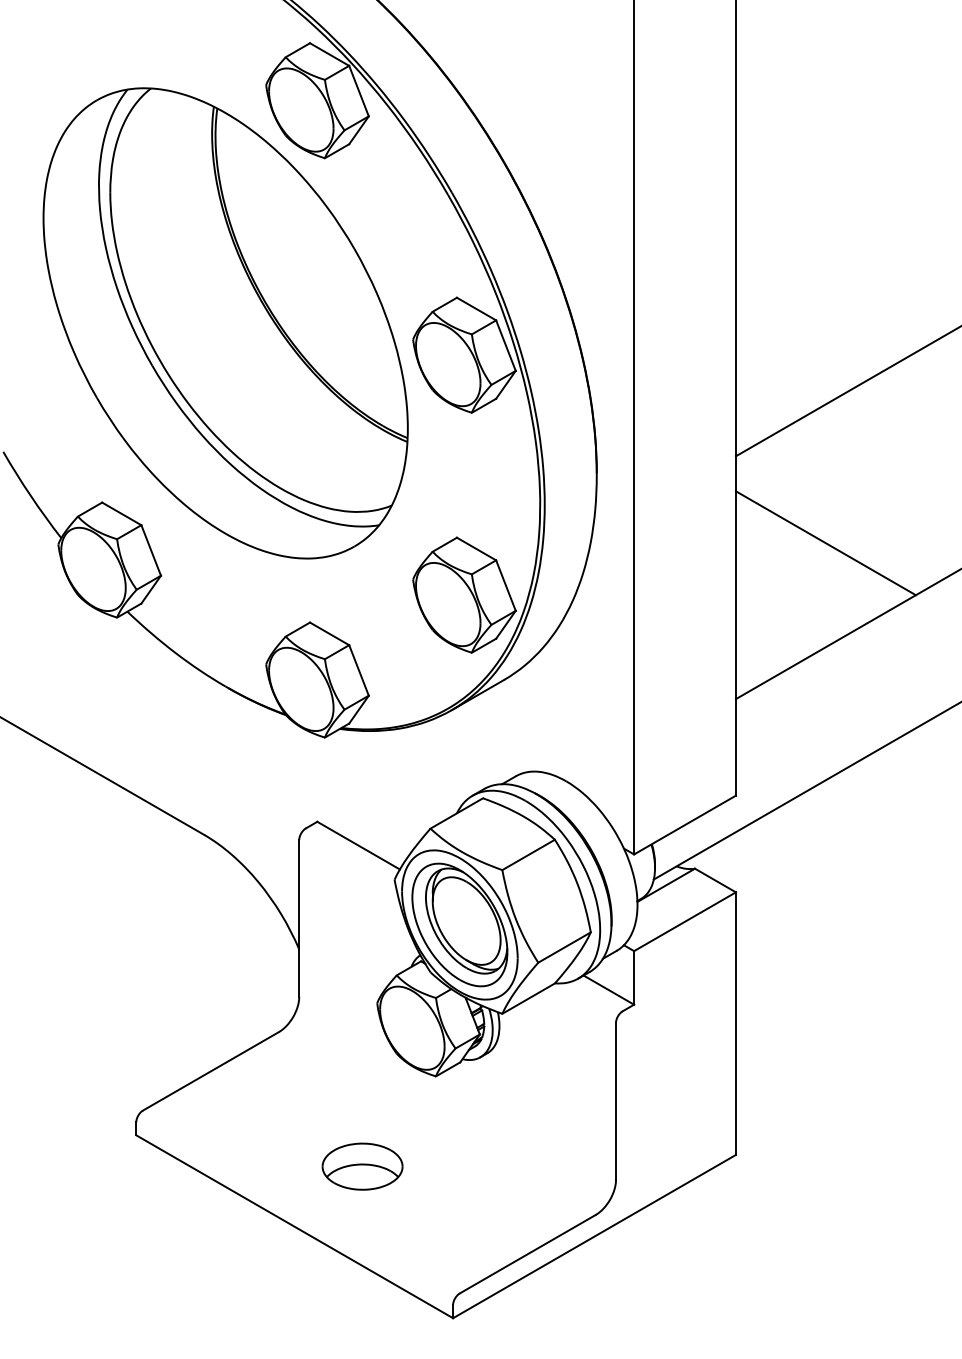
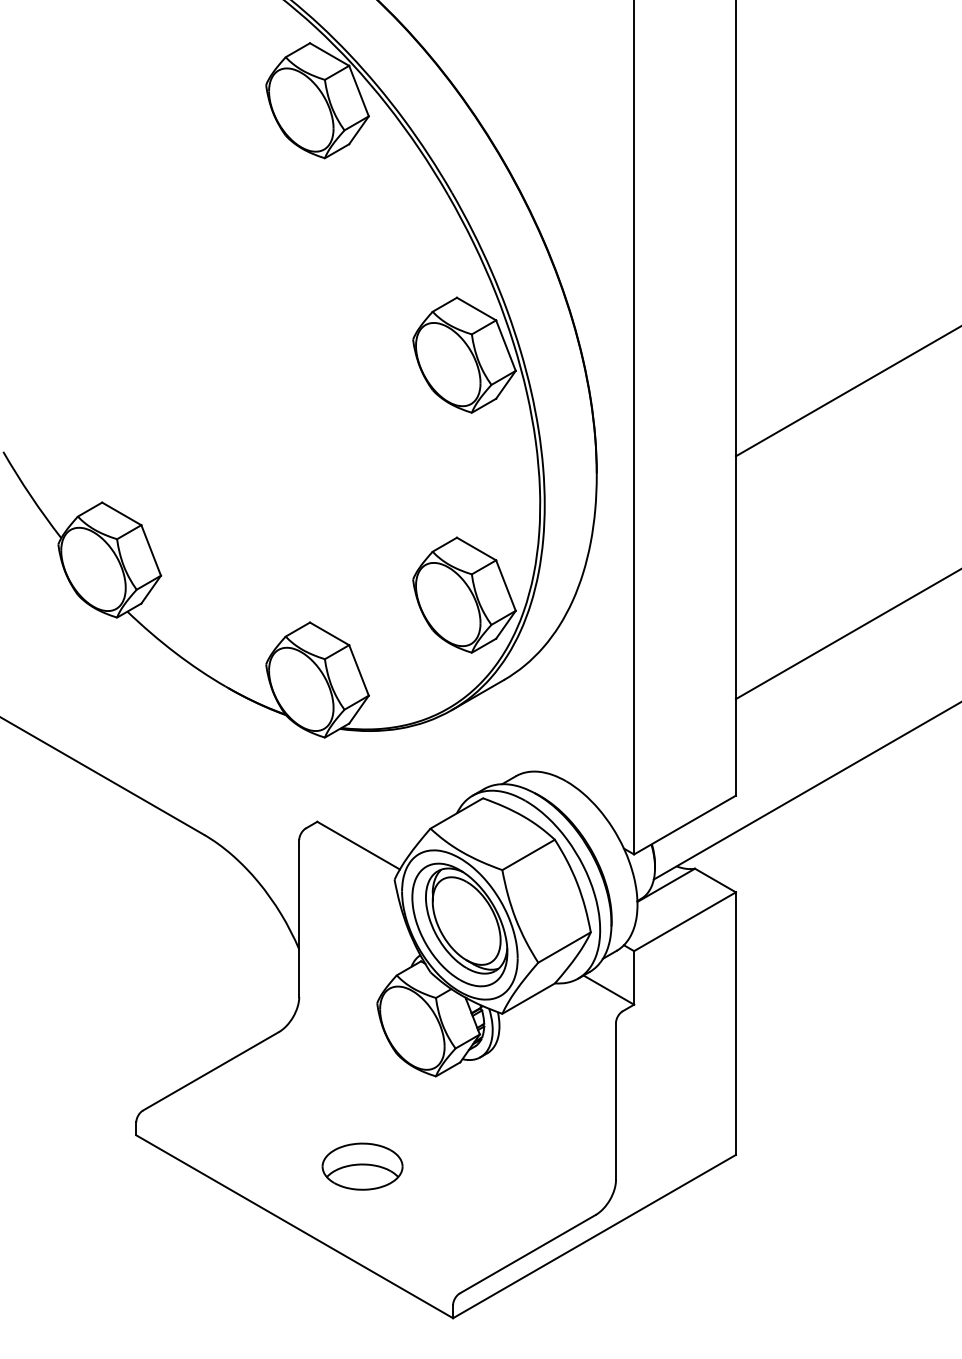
part at (225, 323): present -> none
line at (825, 543): present -> none
